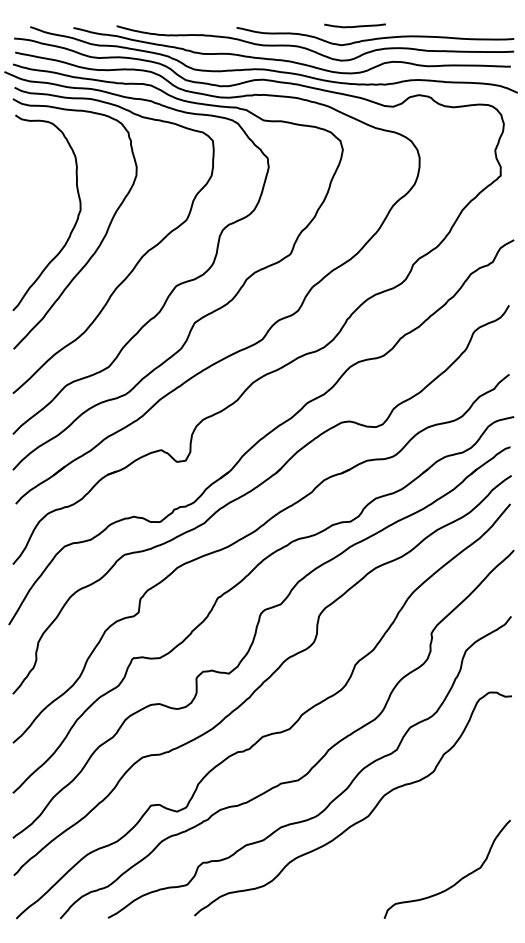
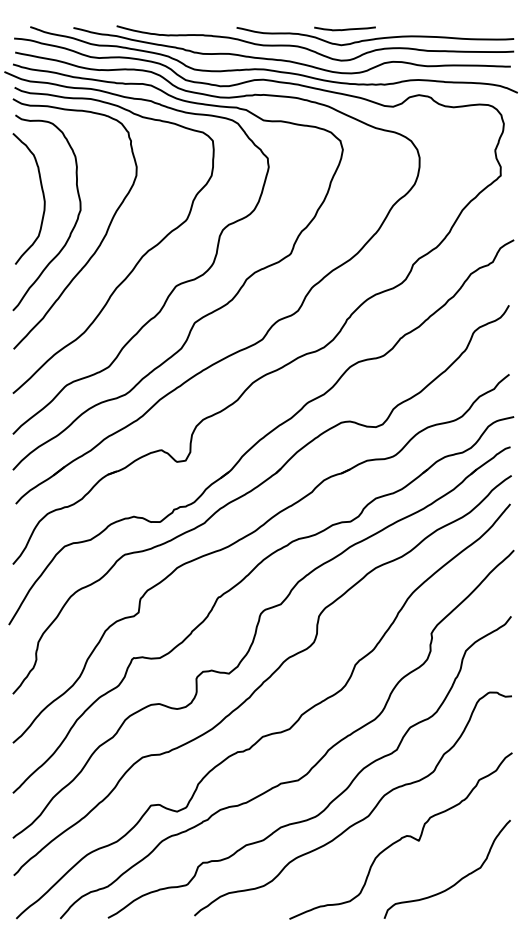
curve at (355, 25) position: (355, 25) -> (345, 28)
curve at (42, 195): none -> present
curve at (402, 836): none -> present
